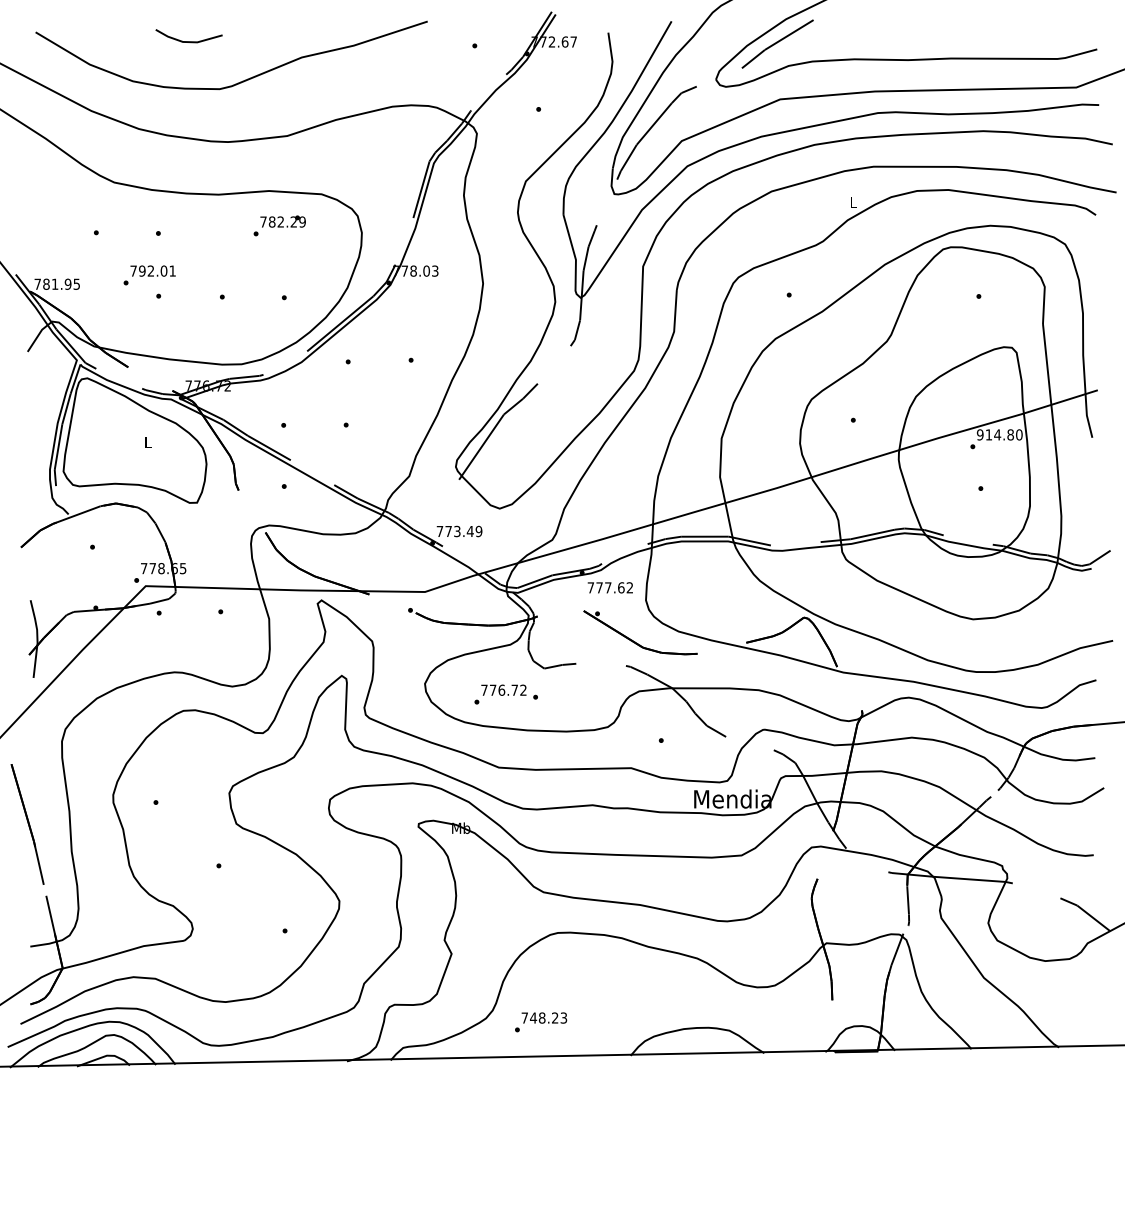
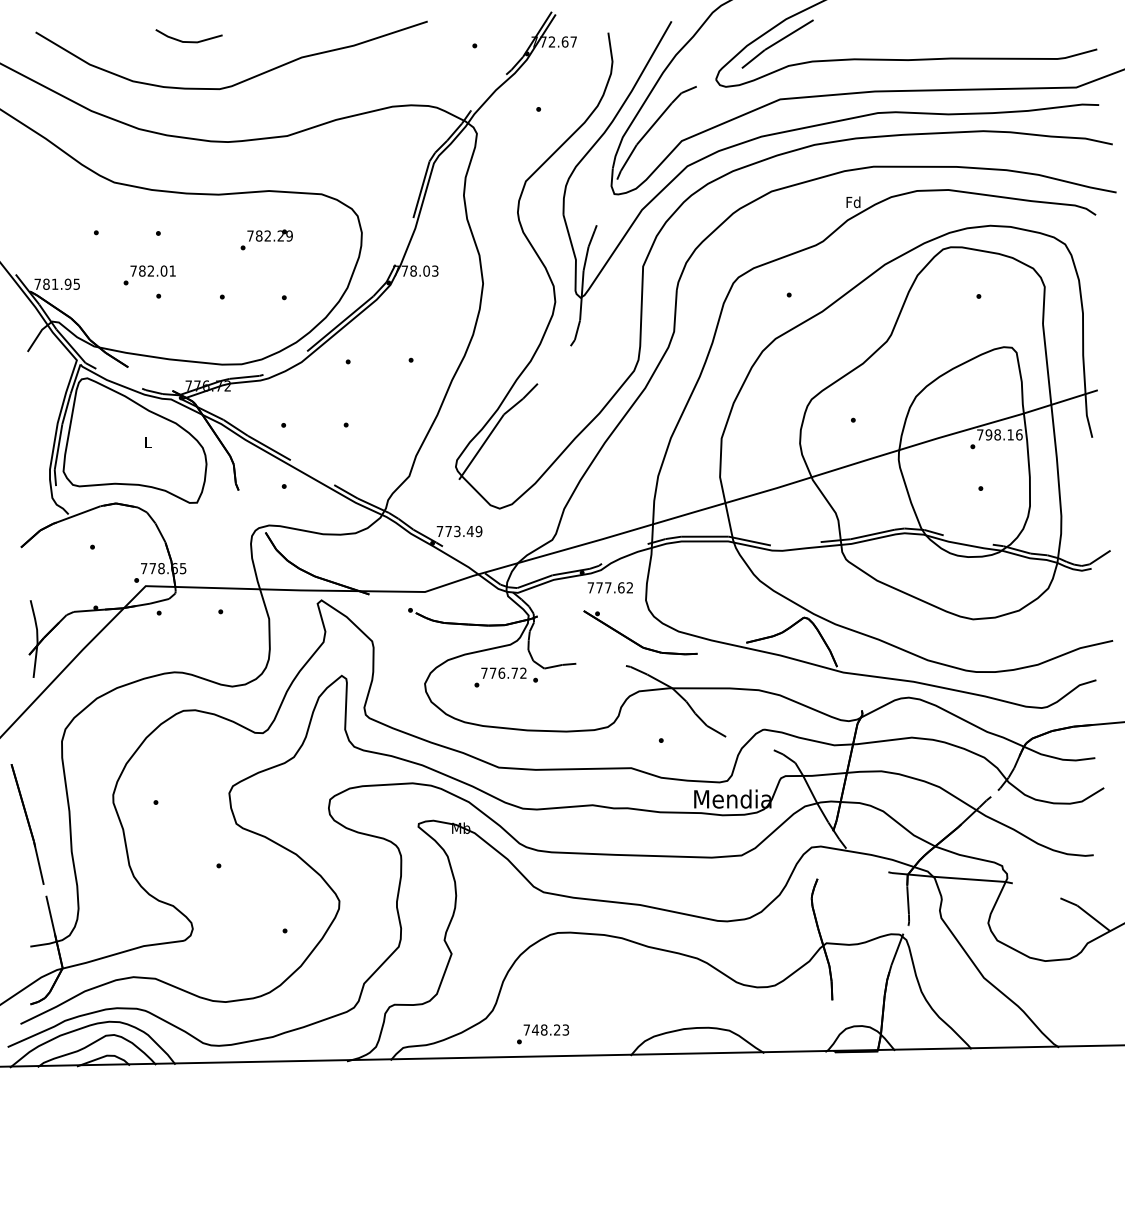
text at (853, 202): L -> Fd
text at (279, 225) position: (279, 225) -> (266, 239)
text at (142, 270): 792.01 -> 782.01
text at (999, 434): 914.80 -> 798.16
text at (505, 694) position: (505, 694) -> (505, 677)
text at (541, 1022) position: (541, 1022) -> (543, 1034)
